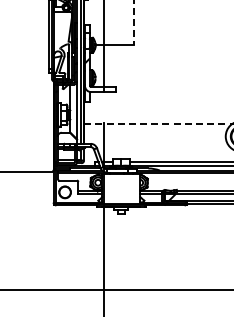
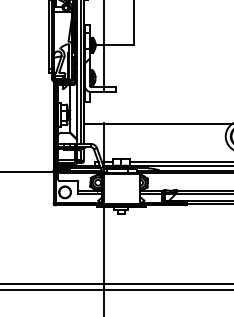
line at (133, 22): dashed -> solid
line at (159, 124): dashed -> solid
line at (116, 283): none -> present
